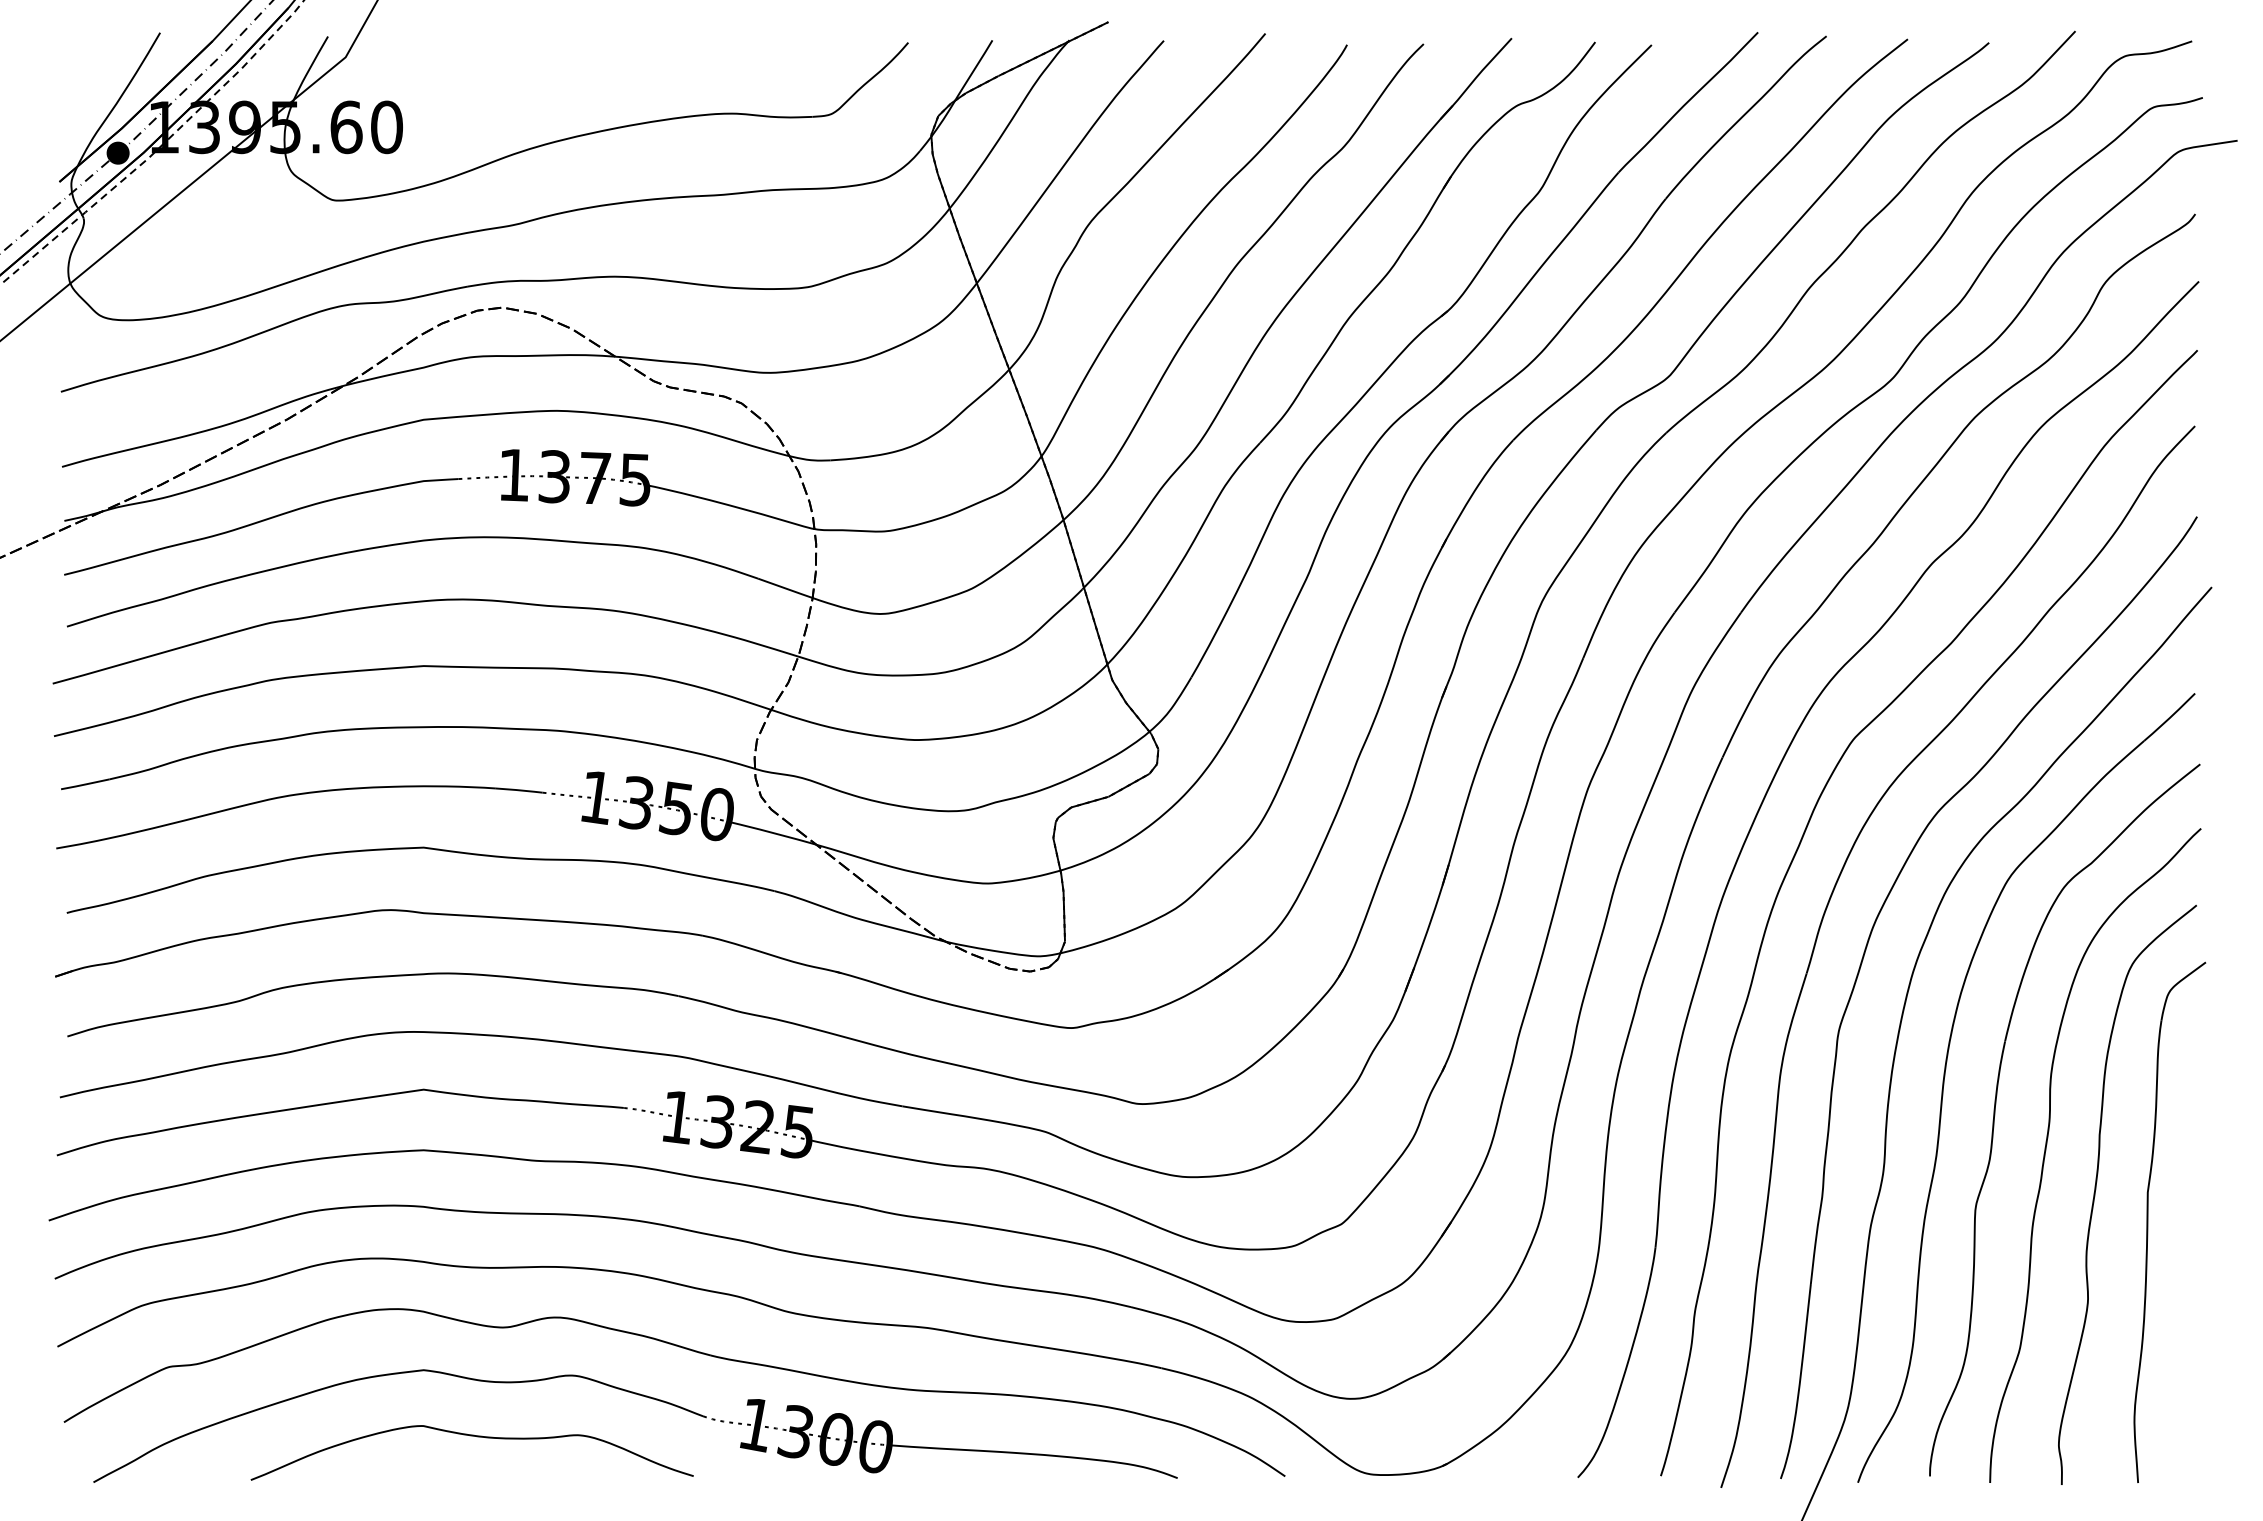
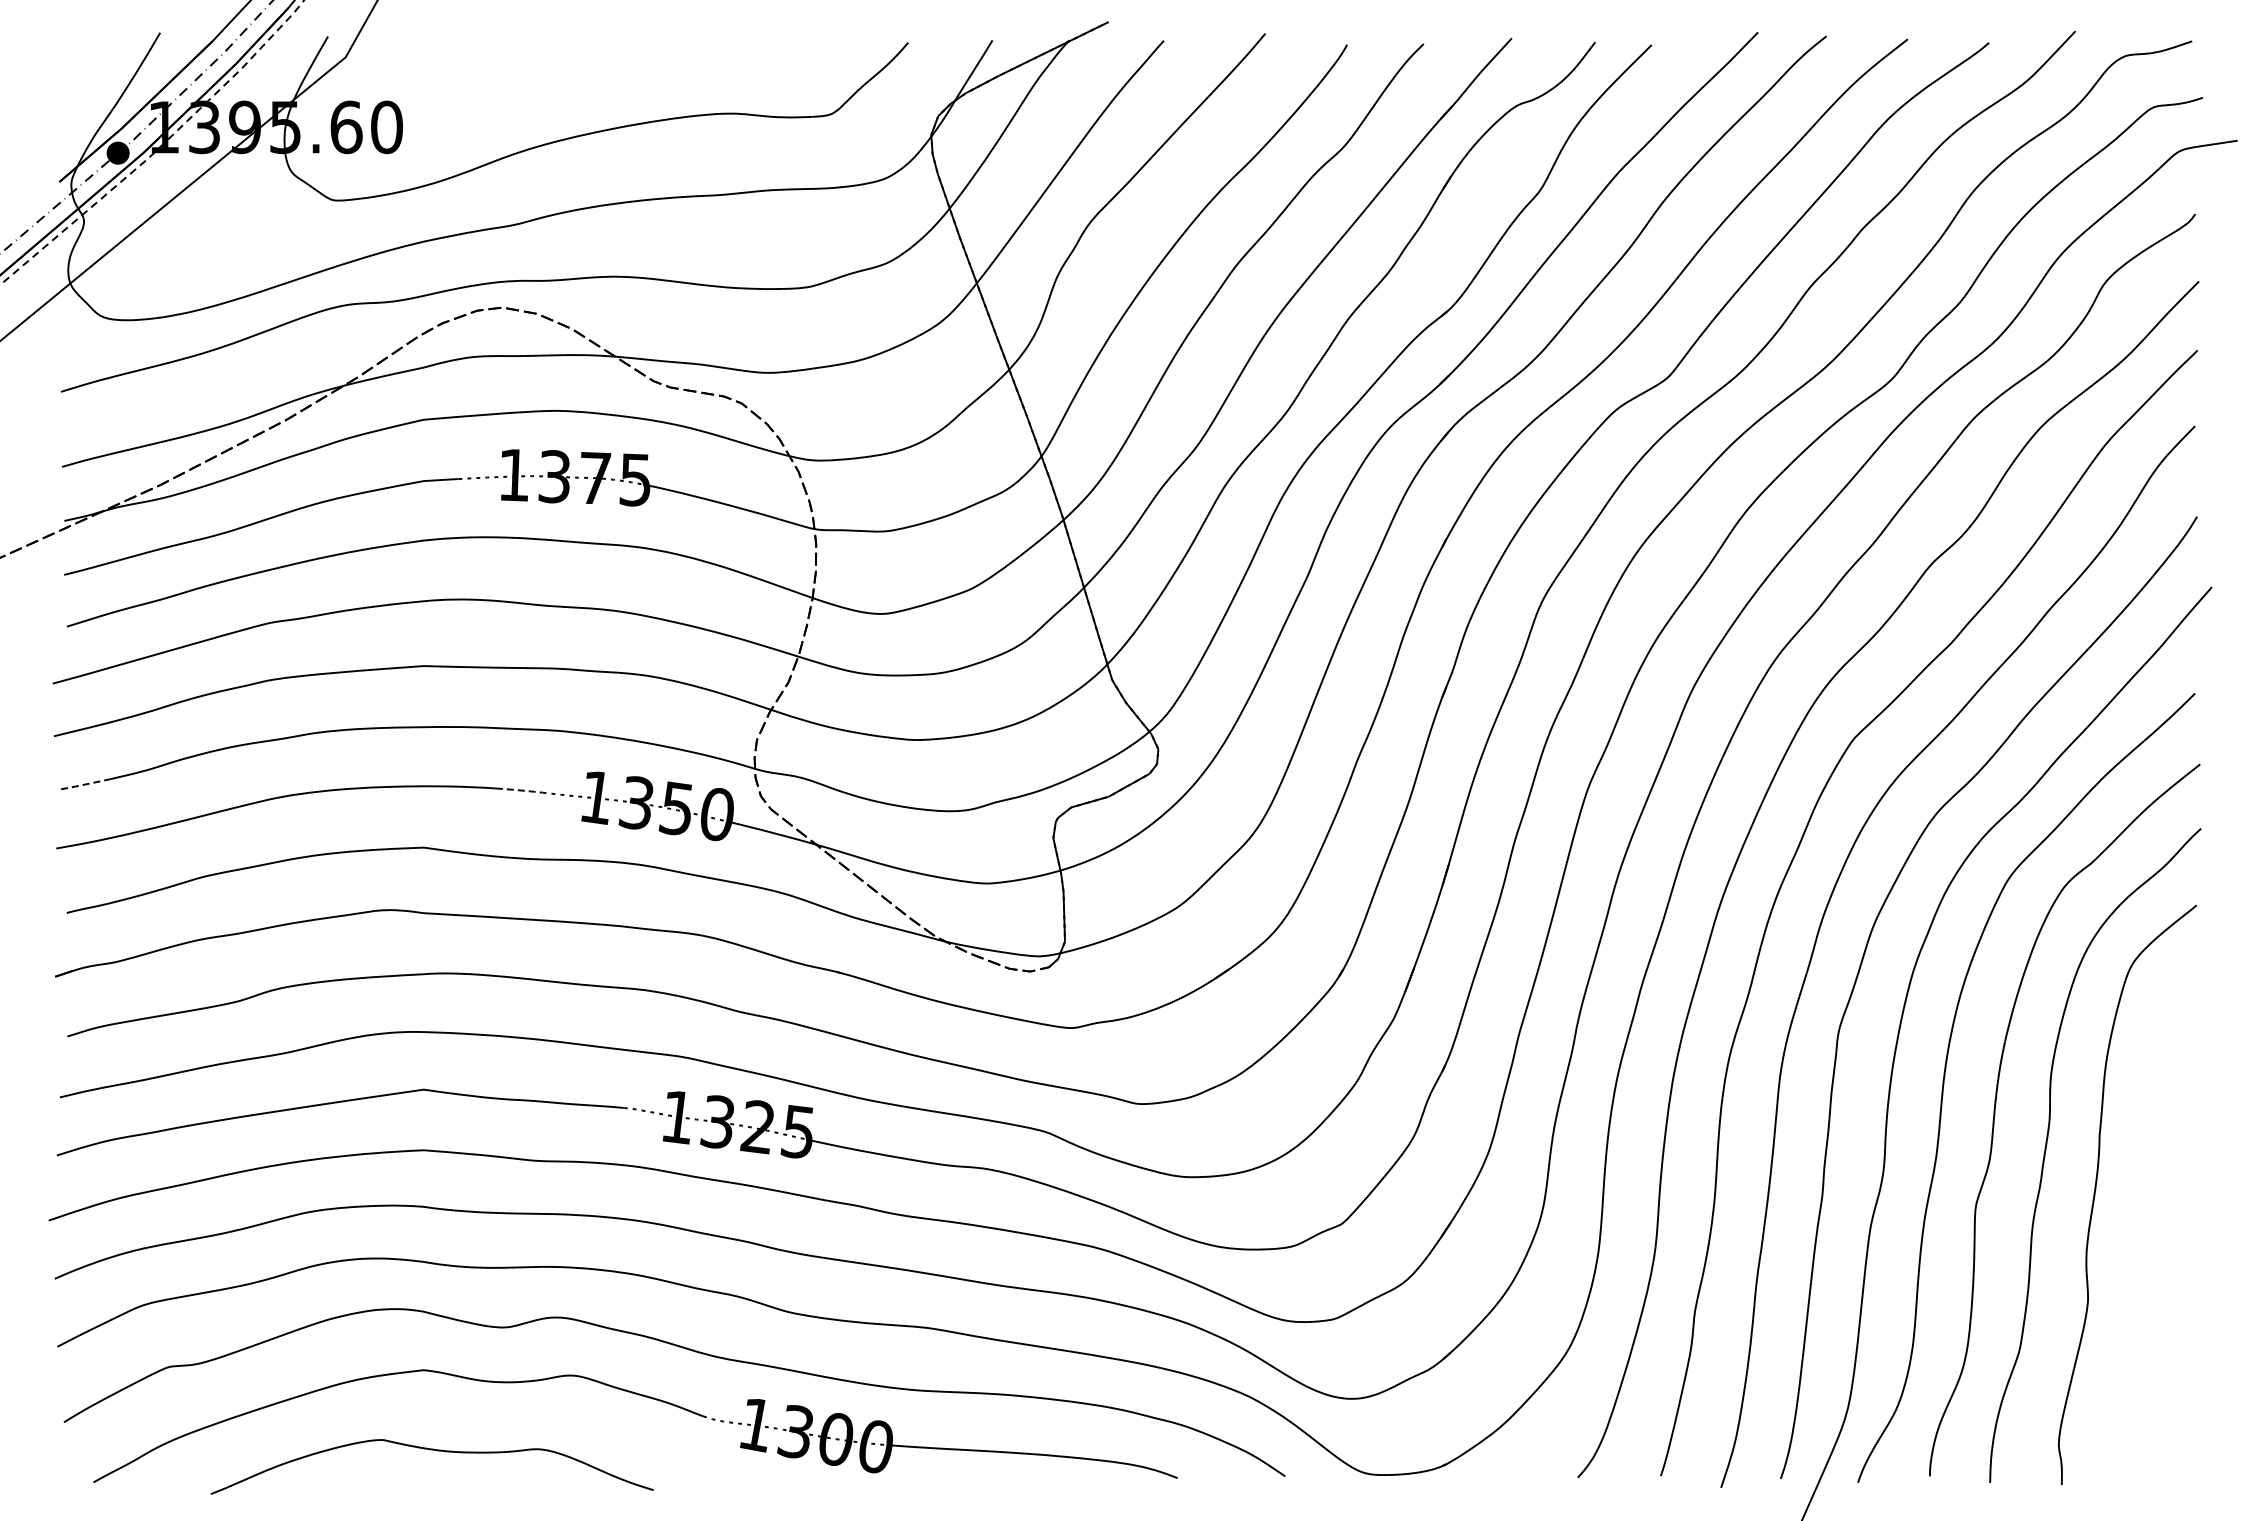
line at (84, 784): solid -> dashed
line at (520, 790): solid -> dashed
part at (2148, 1221): present -> none
curve at (471, 1436) position: (471, 1436) -> (431, 1450)
